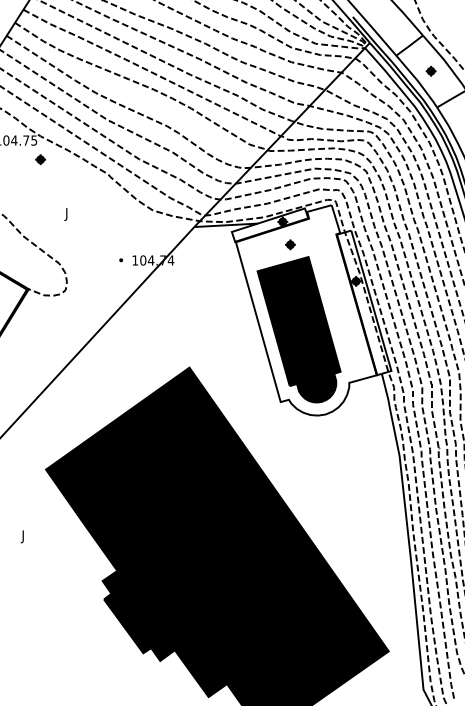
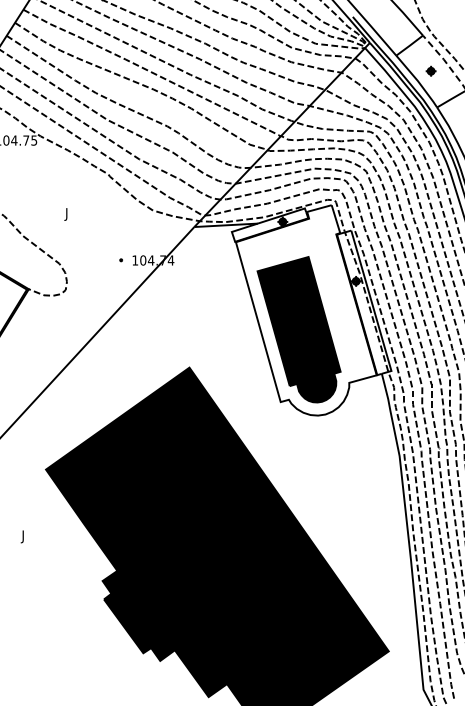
line at (445, 61): solid -> dashed
part at (40, 159): present -> none
part at (290, 244): present -> none
